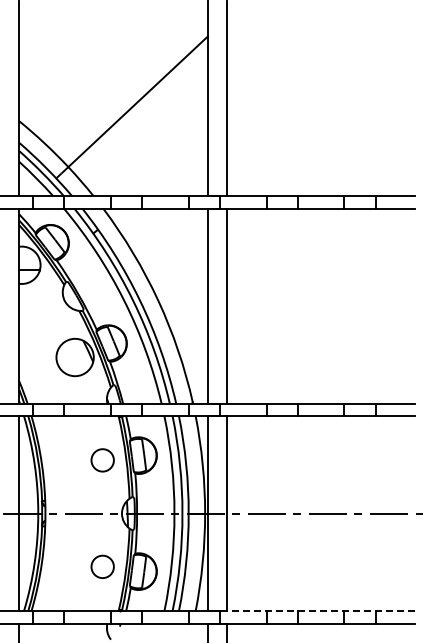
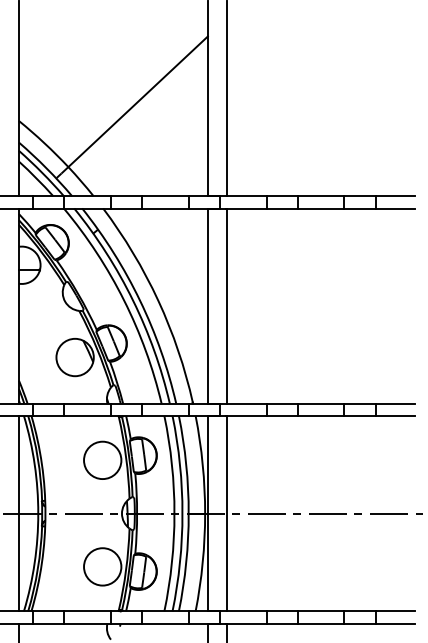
circle at (102, 460) diameter: 22 px -> 37 px
circle at (102, 566) diameter: 22 px -> 37 px
line at (320, 611): dashed -> solid
